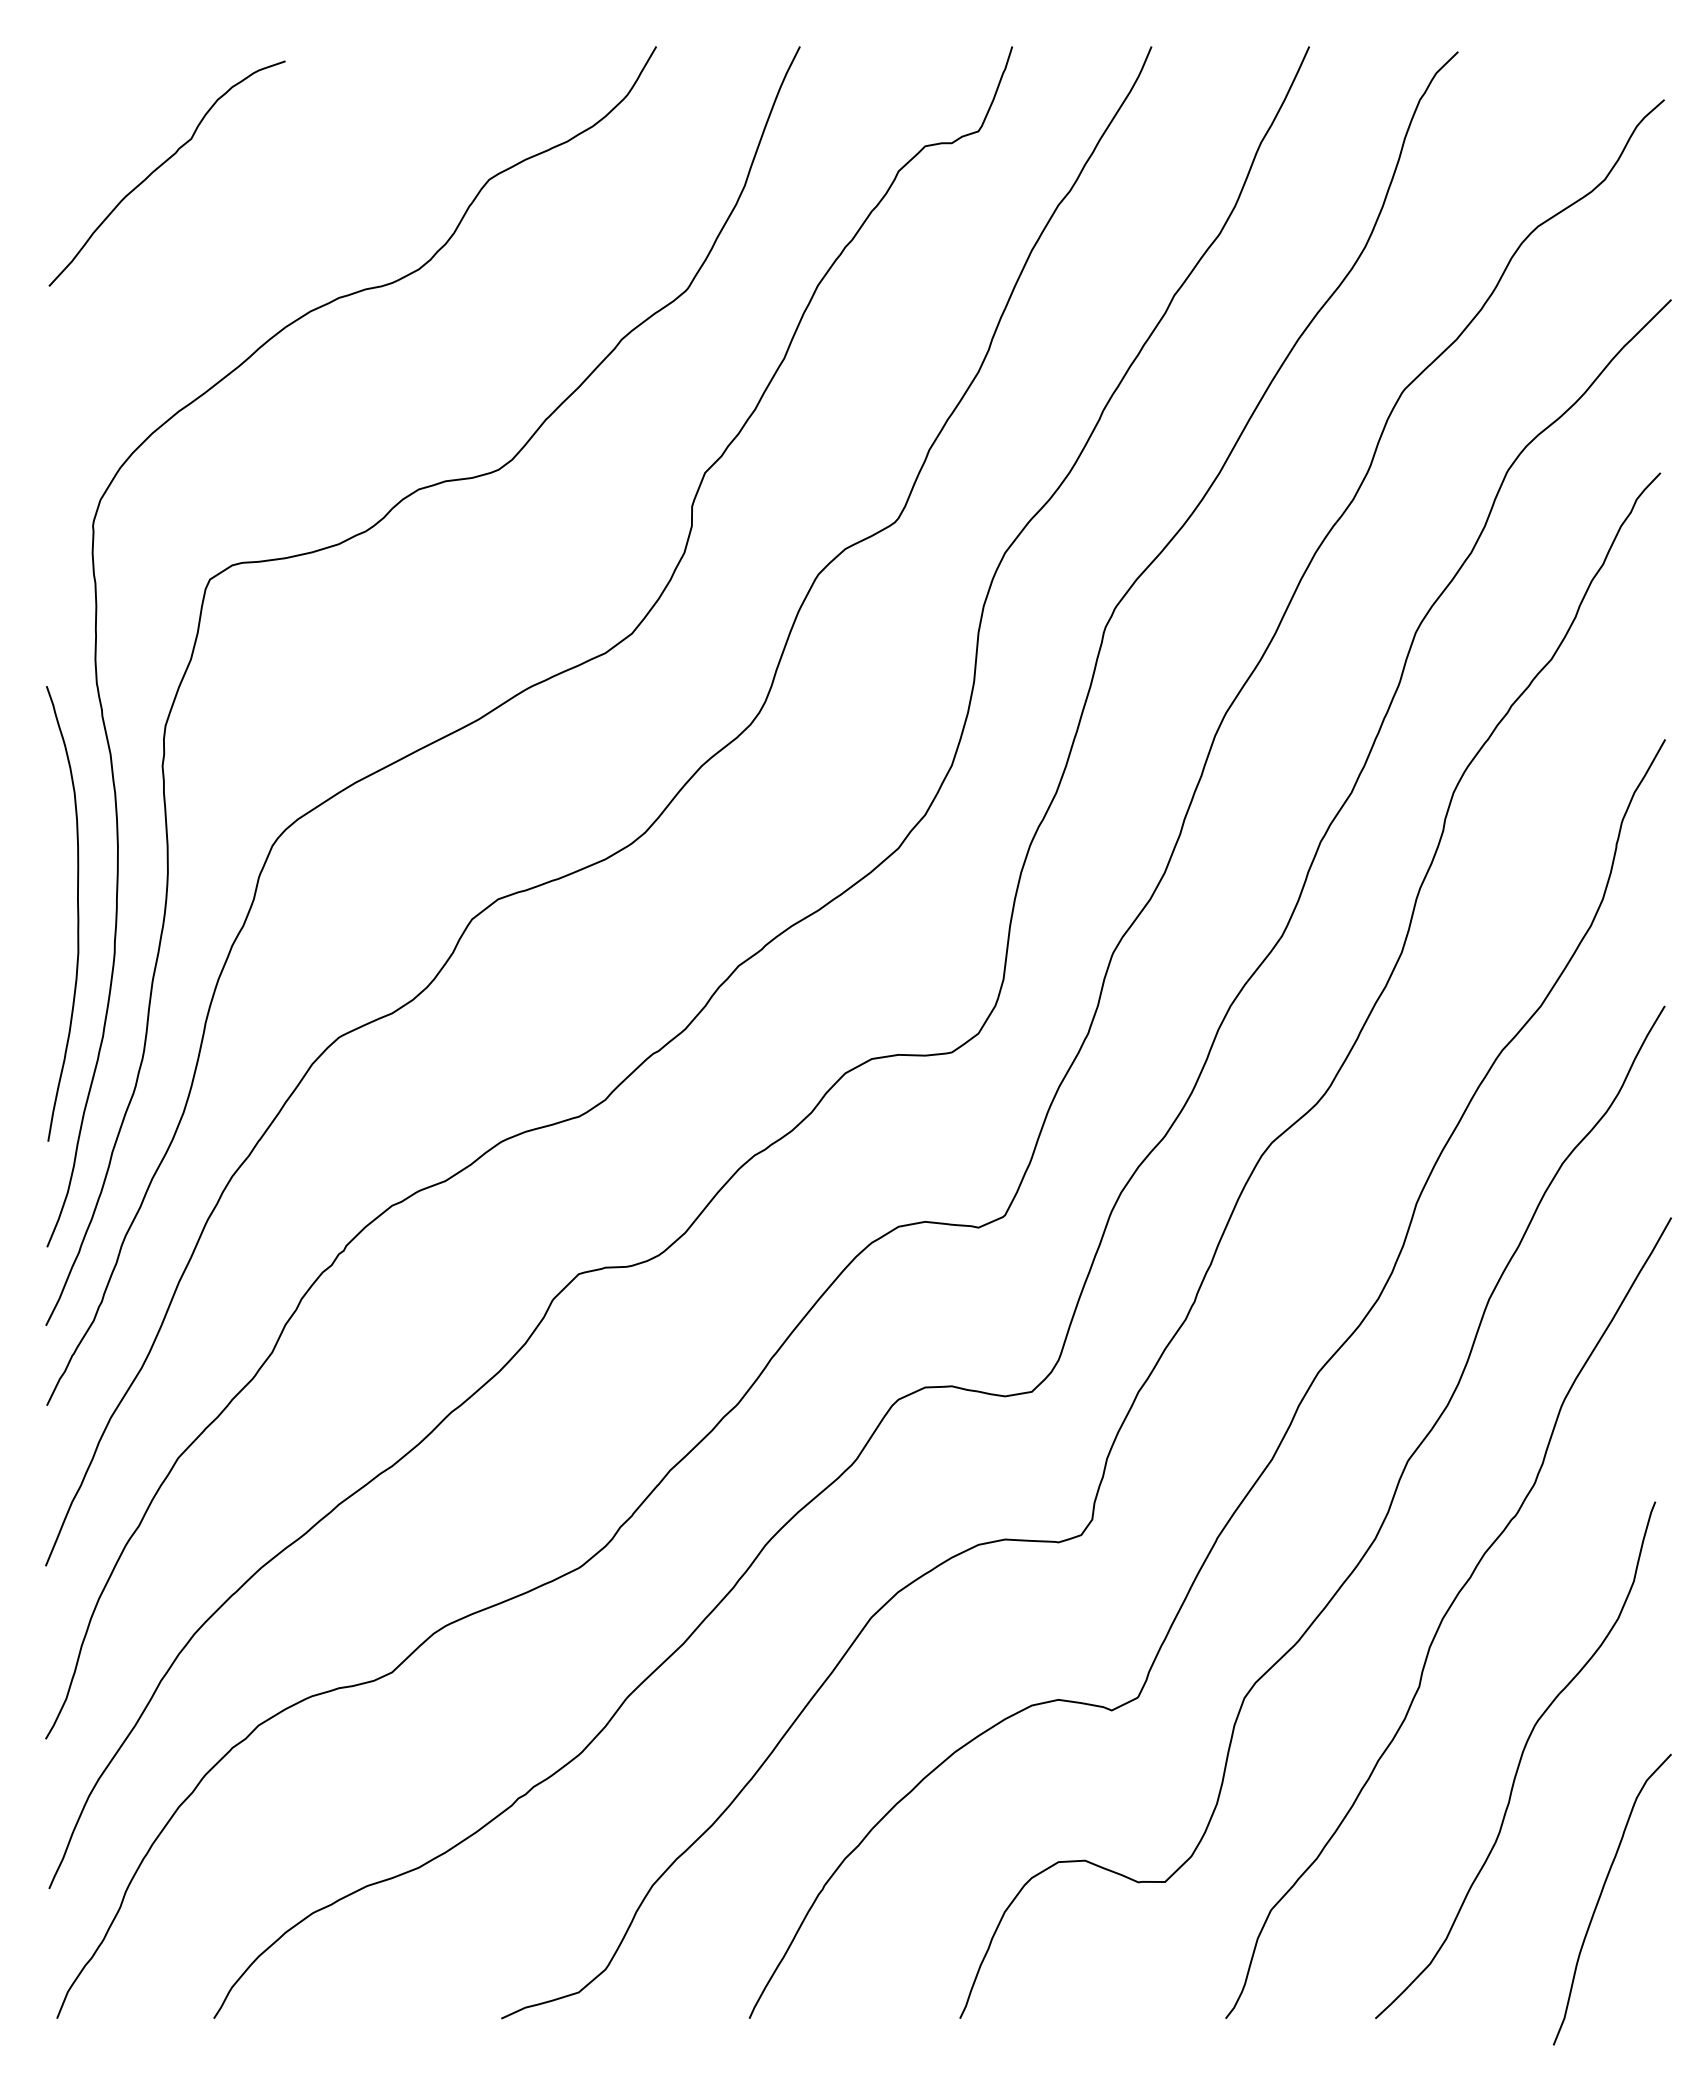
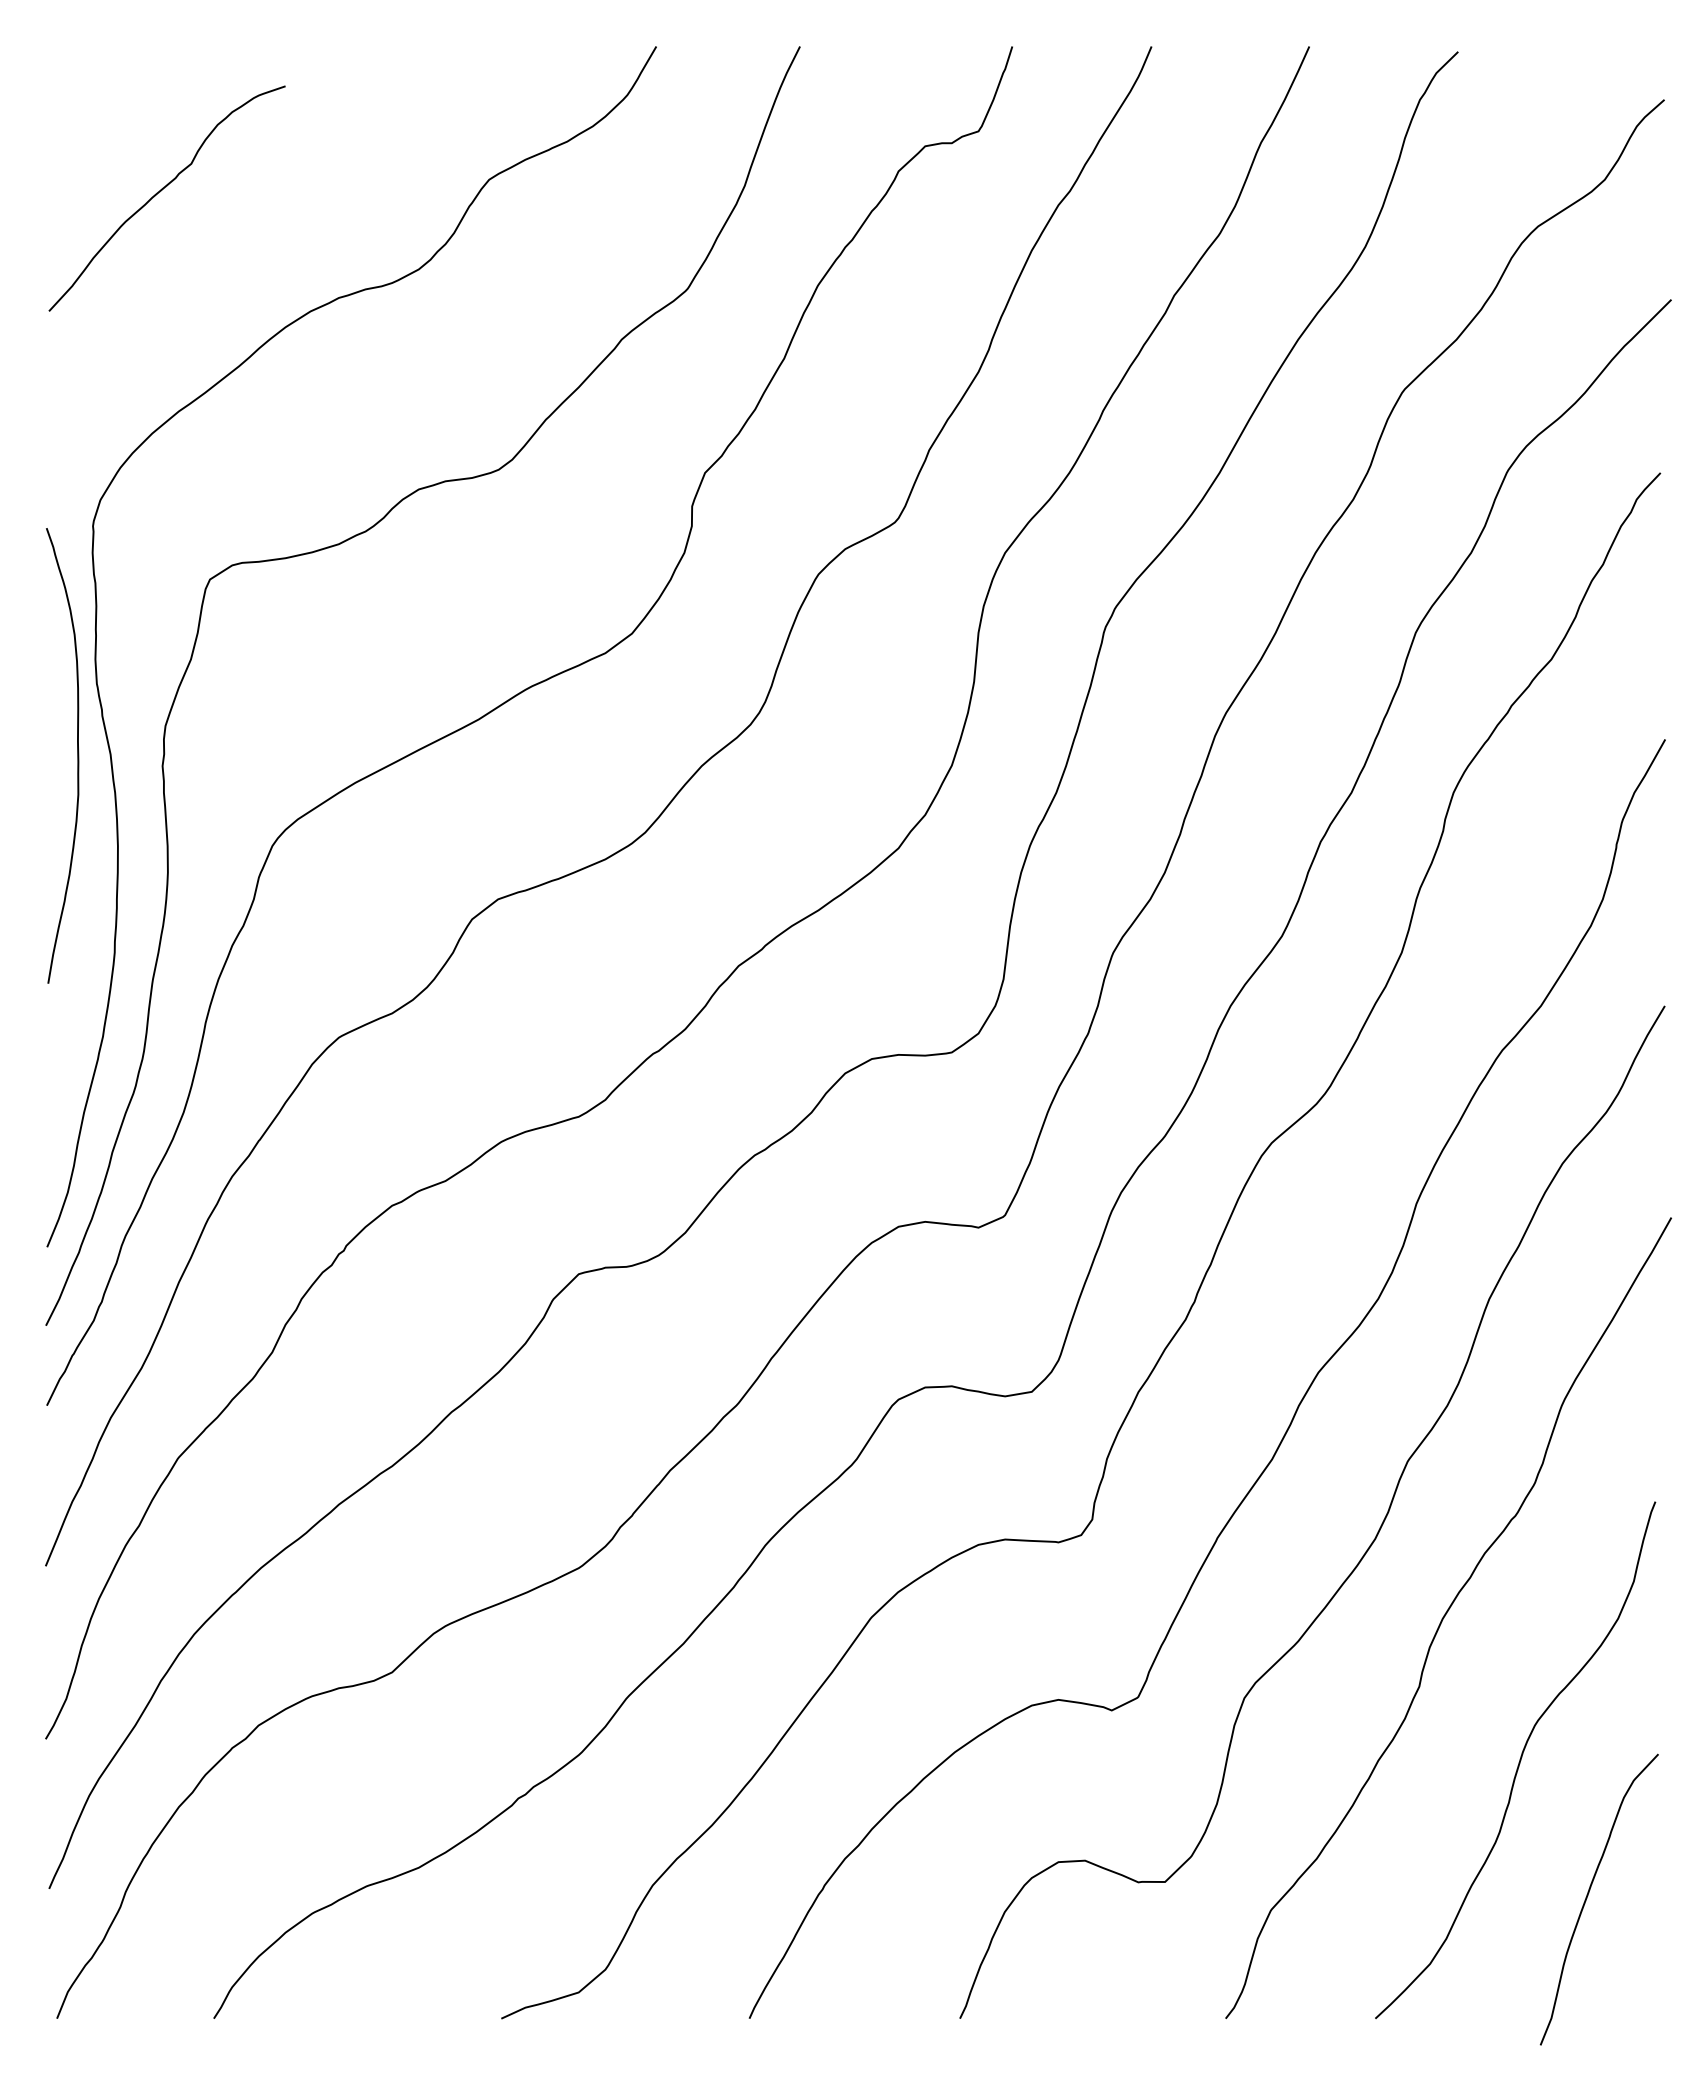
curve at (160, 167) position: (160, 167) -> (160, 192)
curve at (77, 913) position: (77, 913) -> (77, 755)
curve at (1601, 1895) position: (1601, 1895) -> (1588, 1895)
